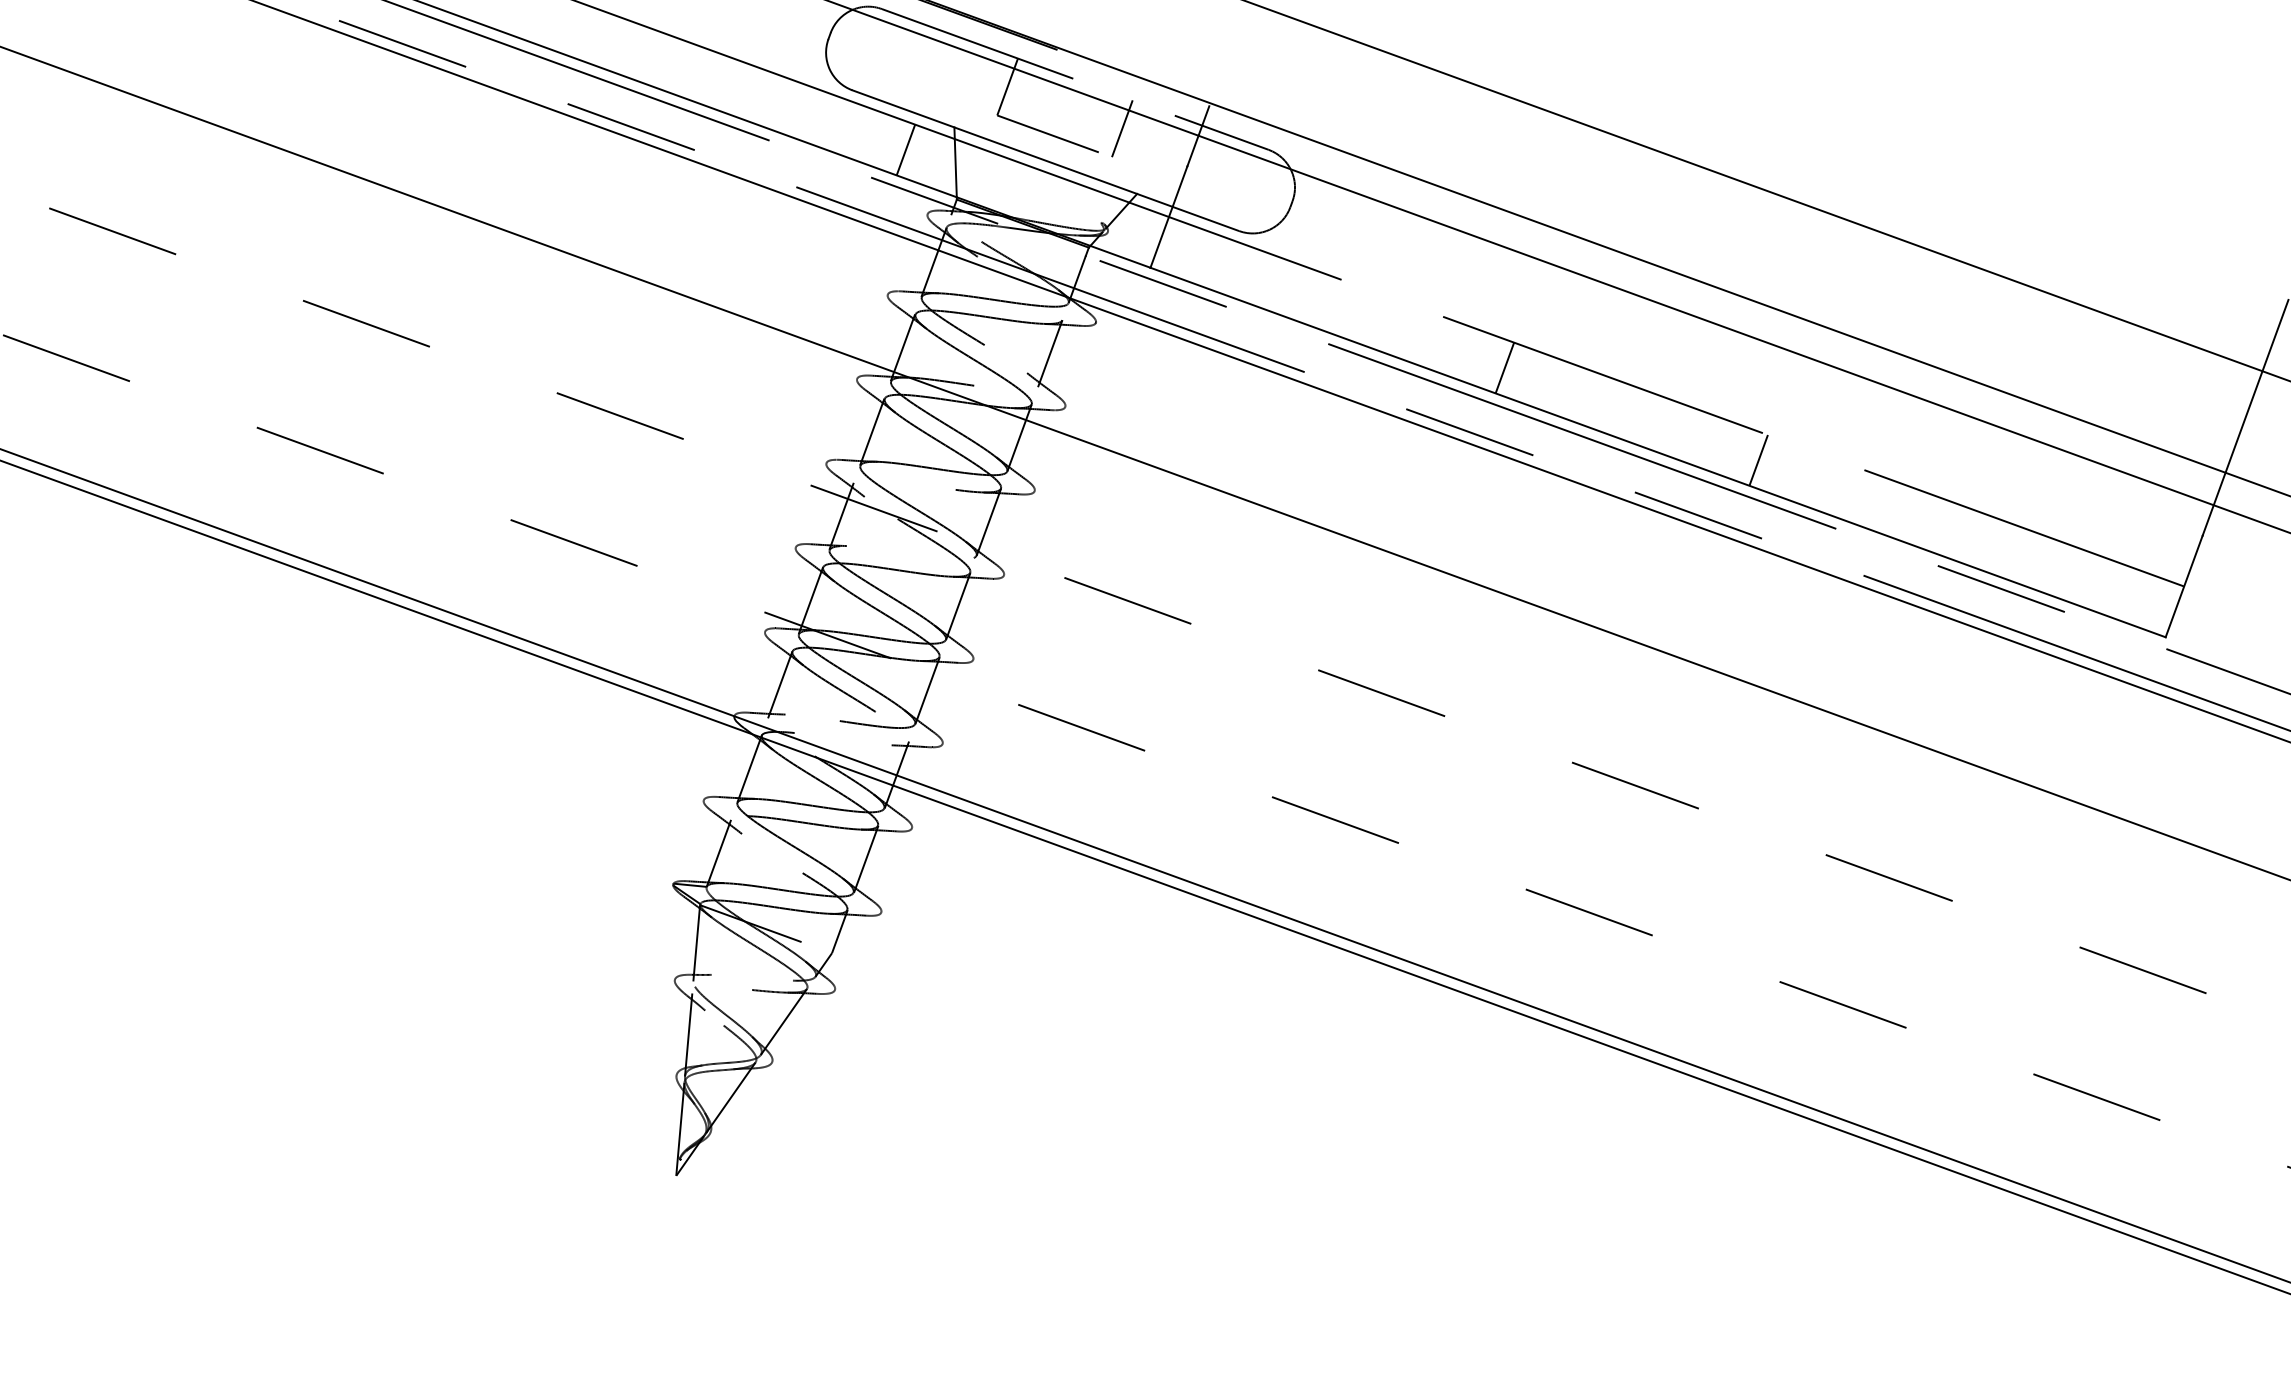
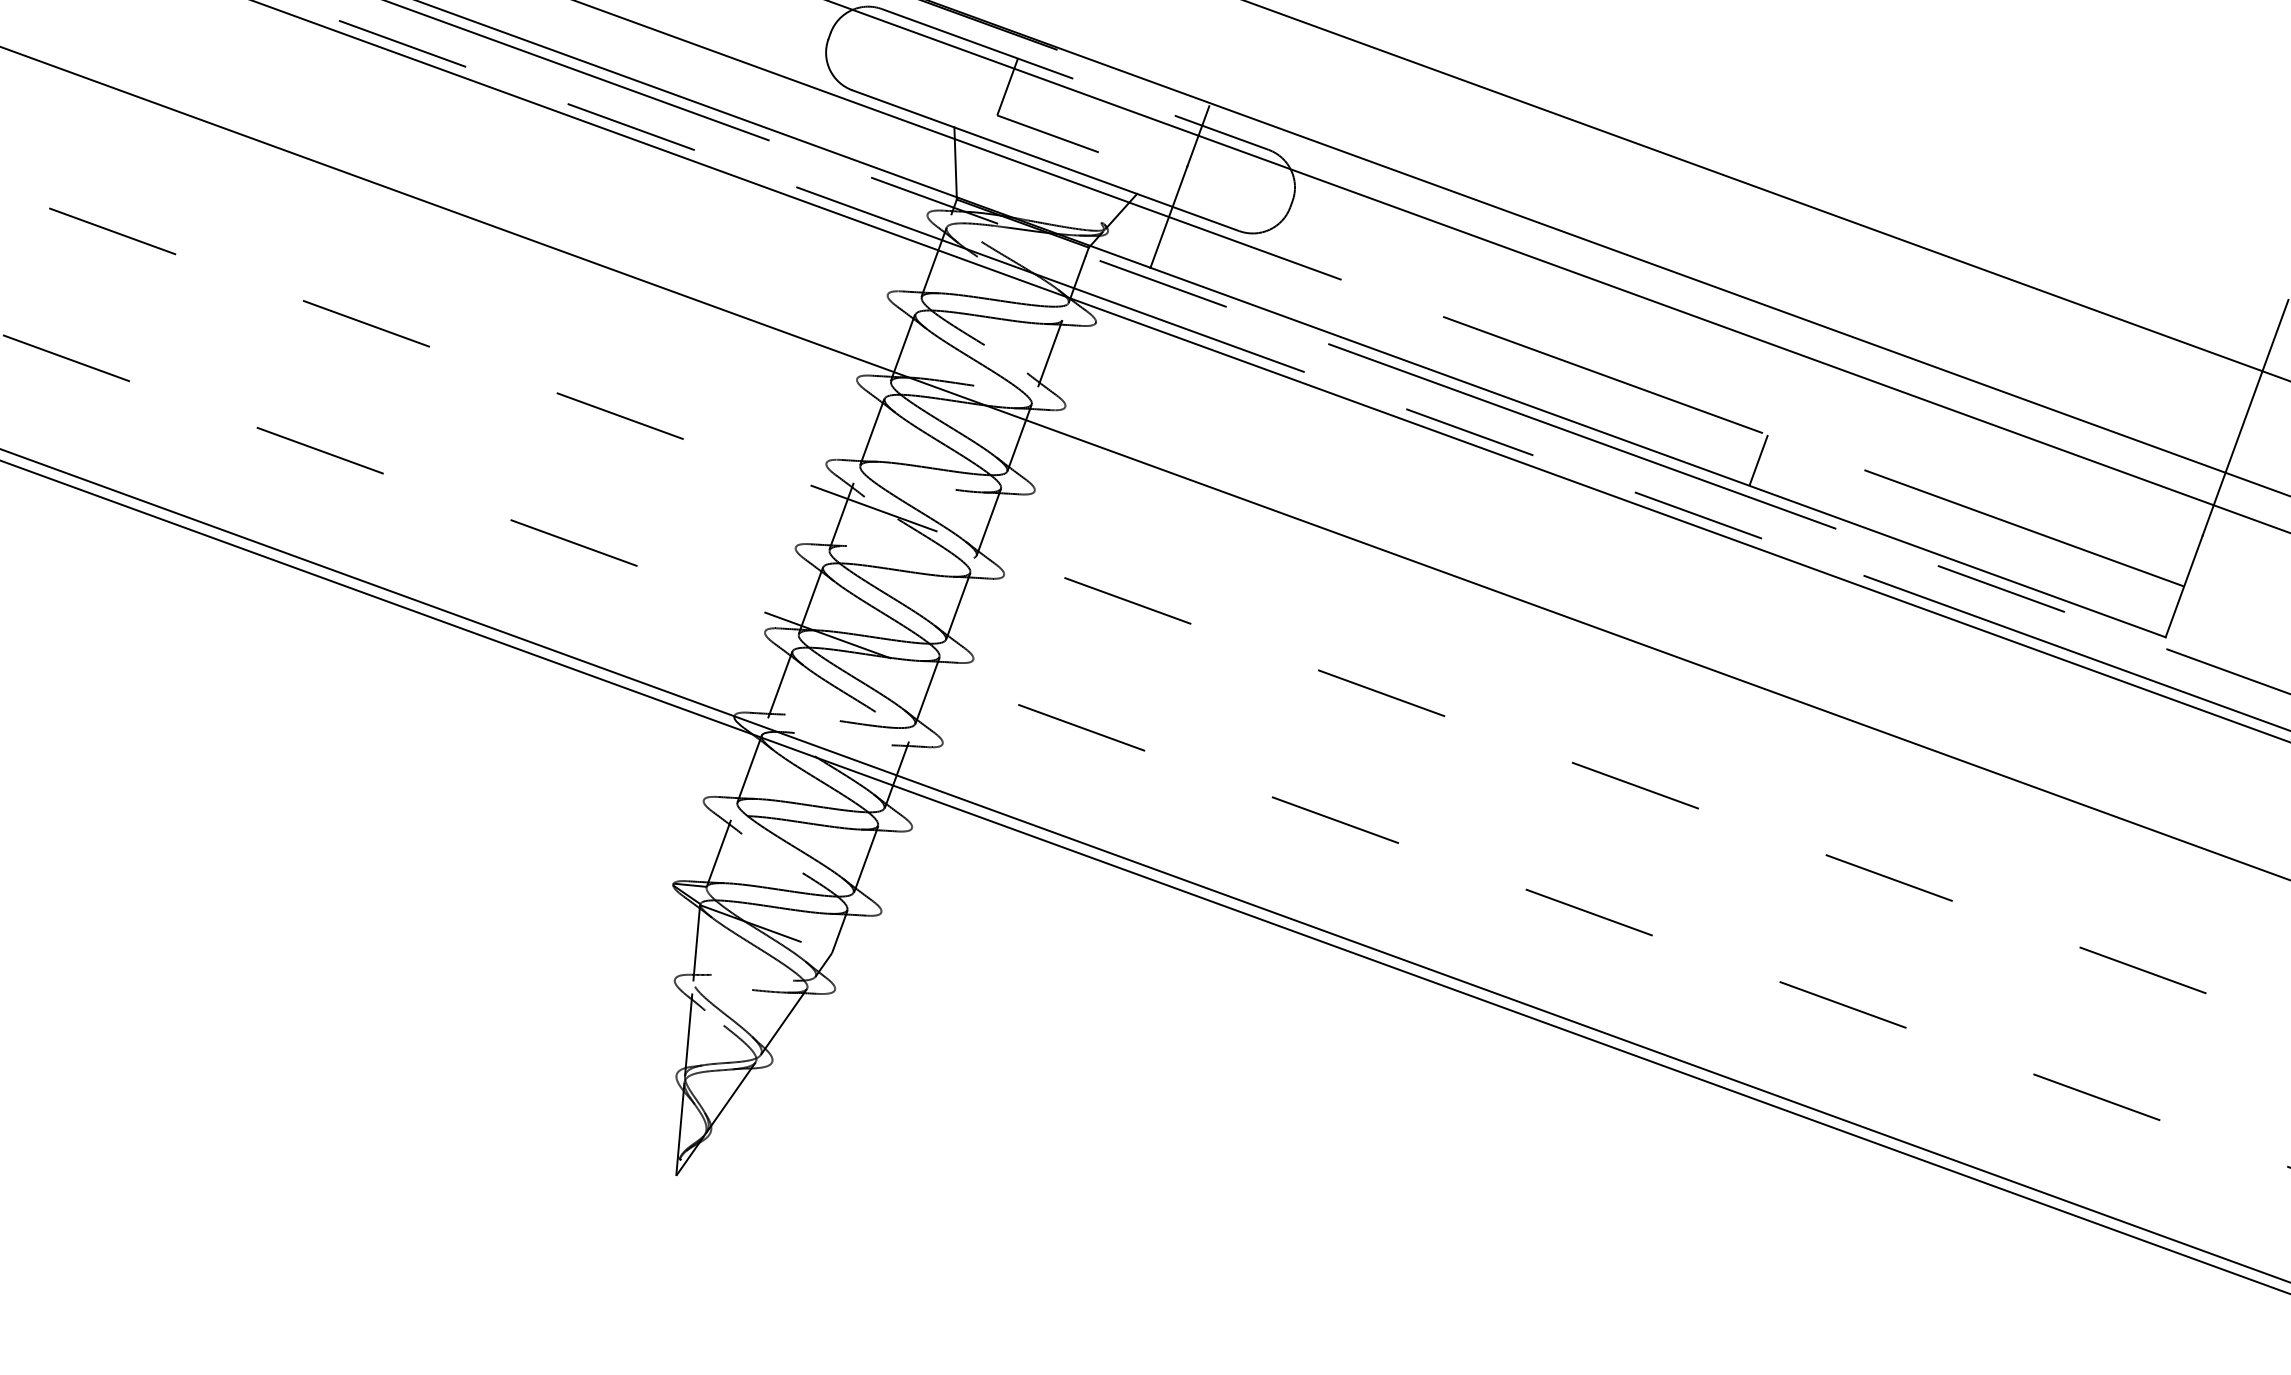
line at (1122, 128): present -> none
line at (905, 149): present -> none
line at (1504, 367): present -> none
